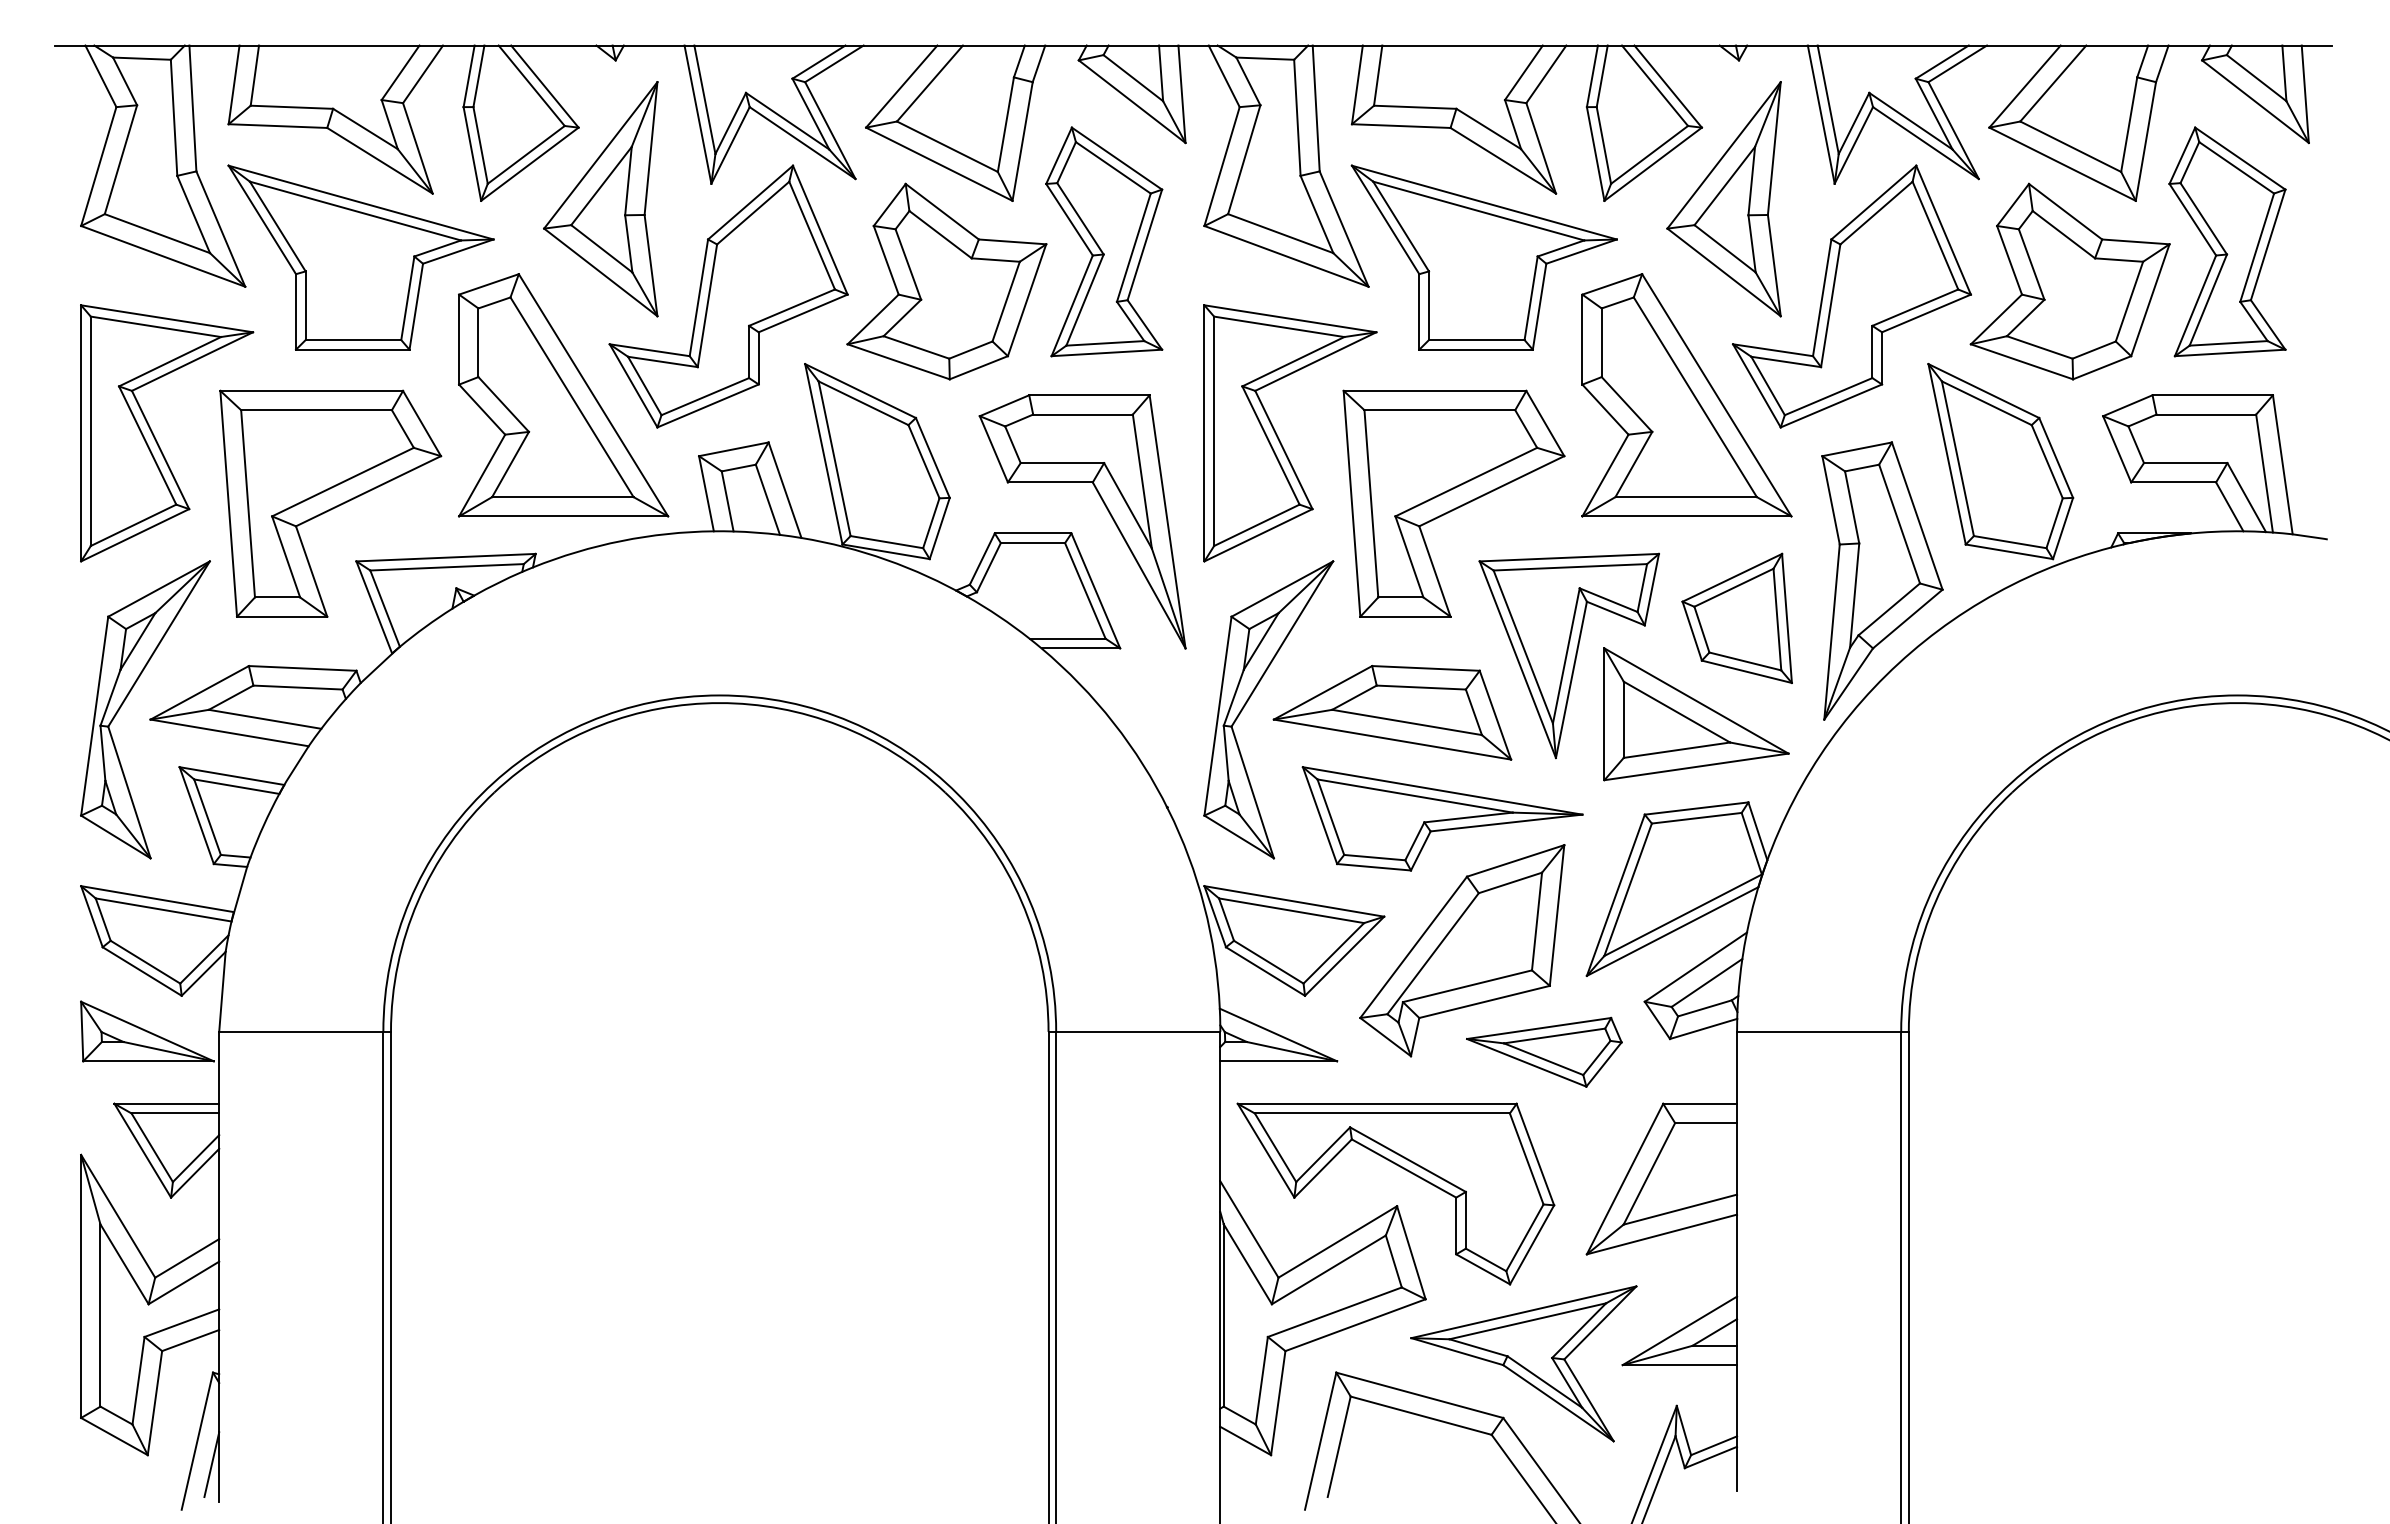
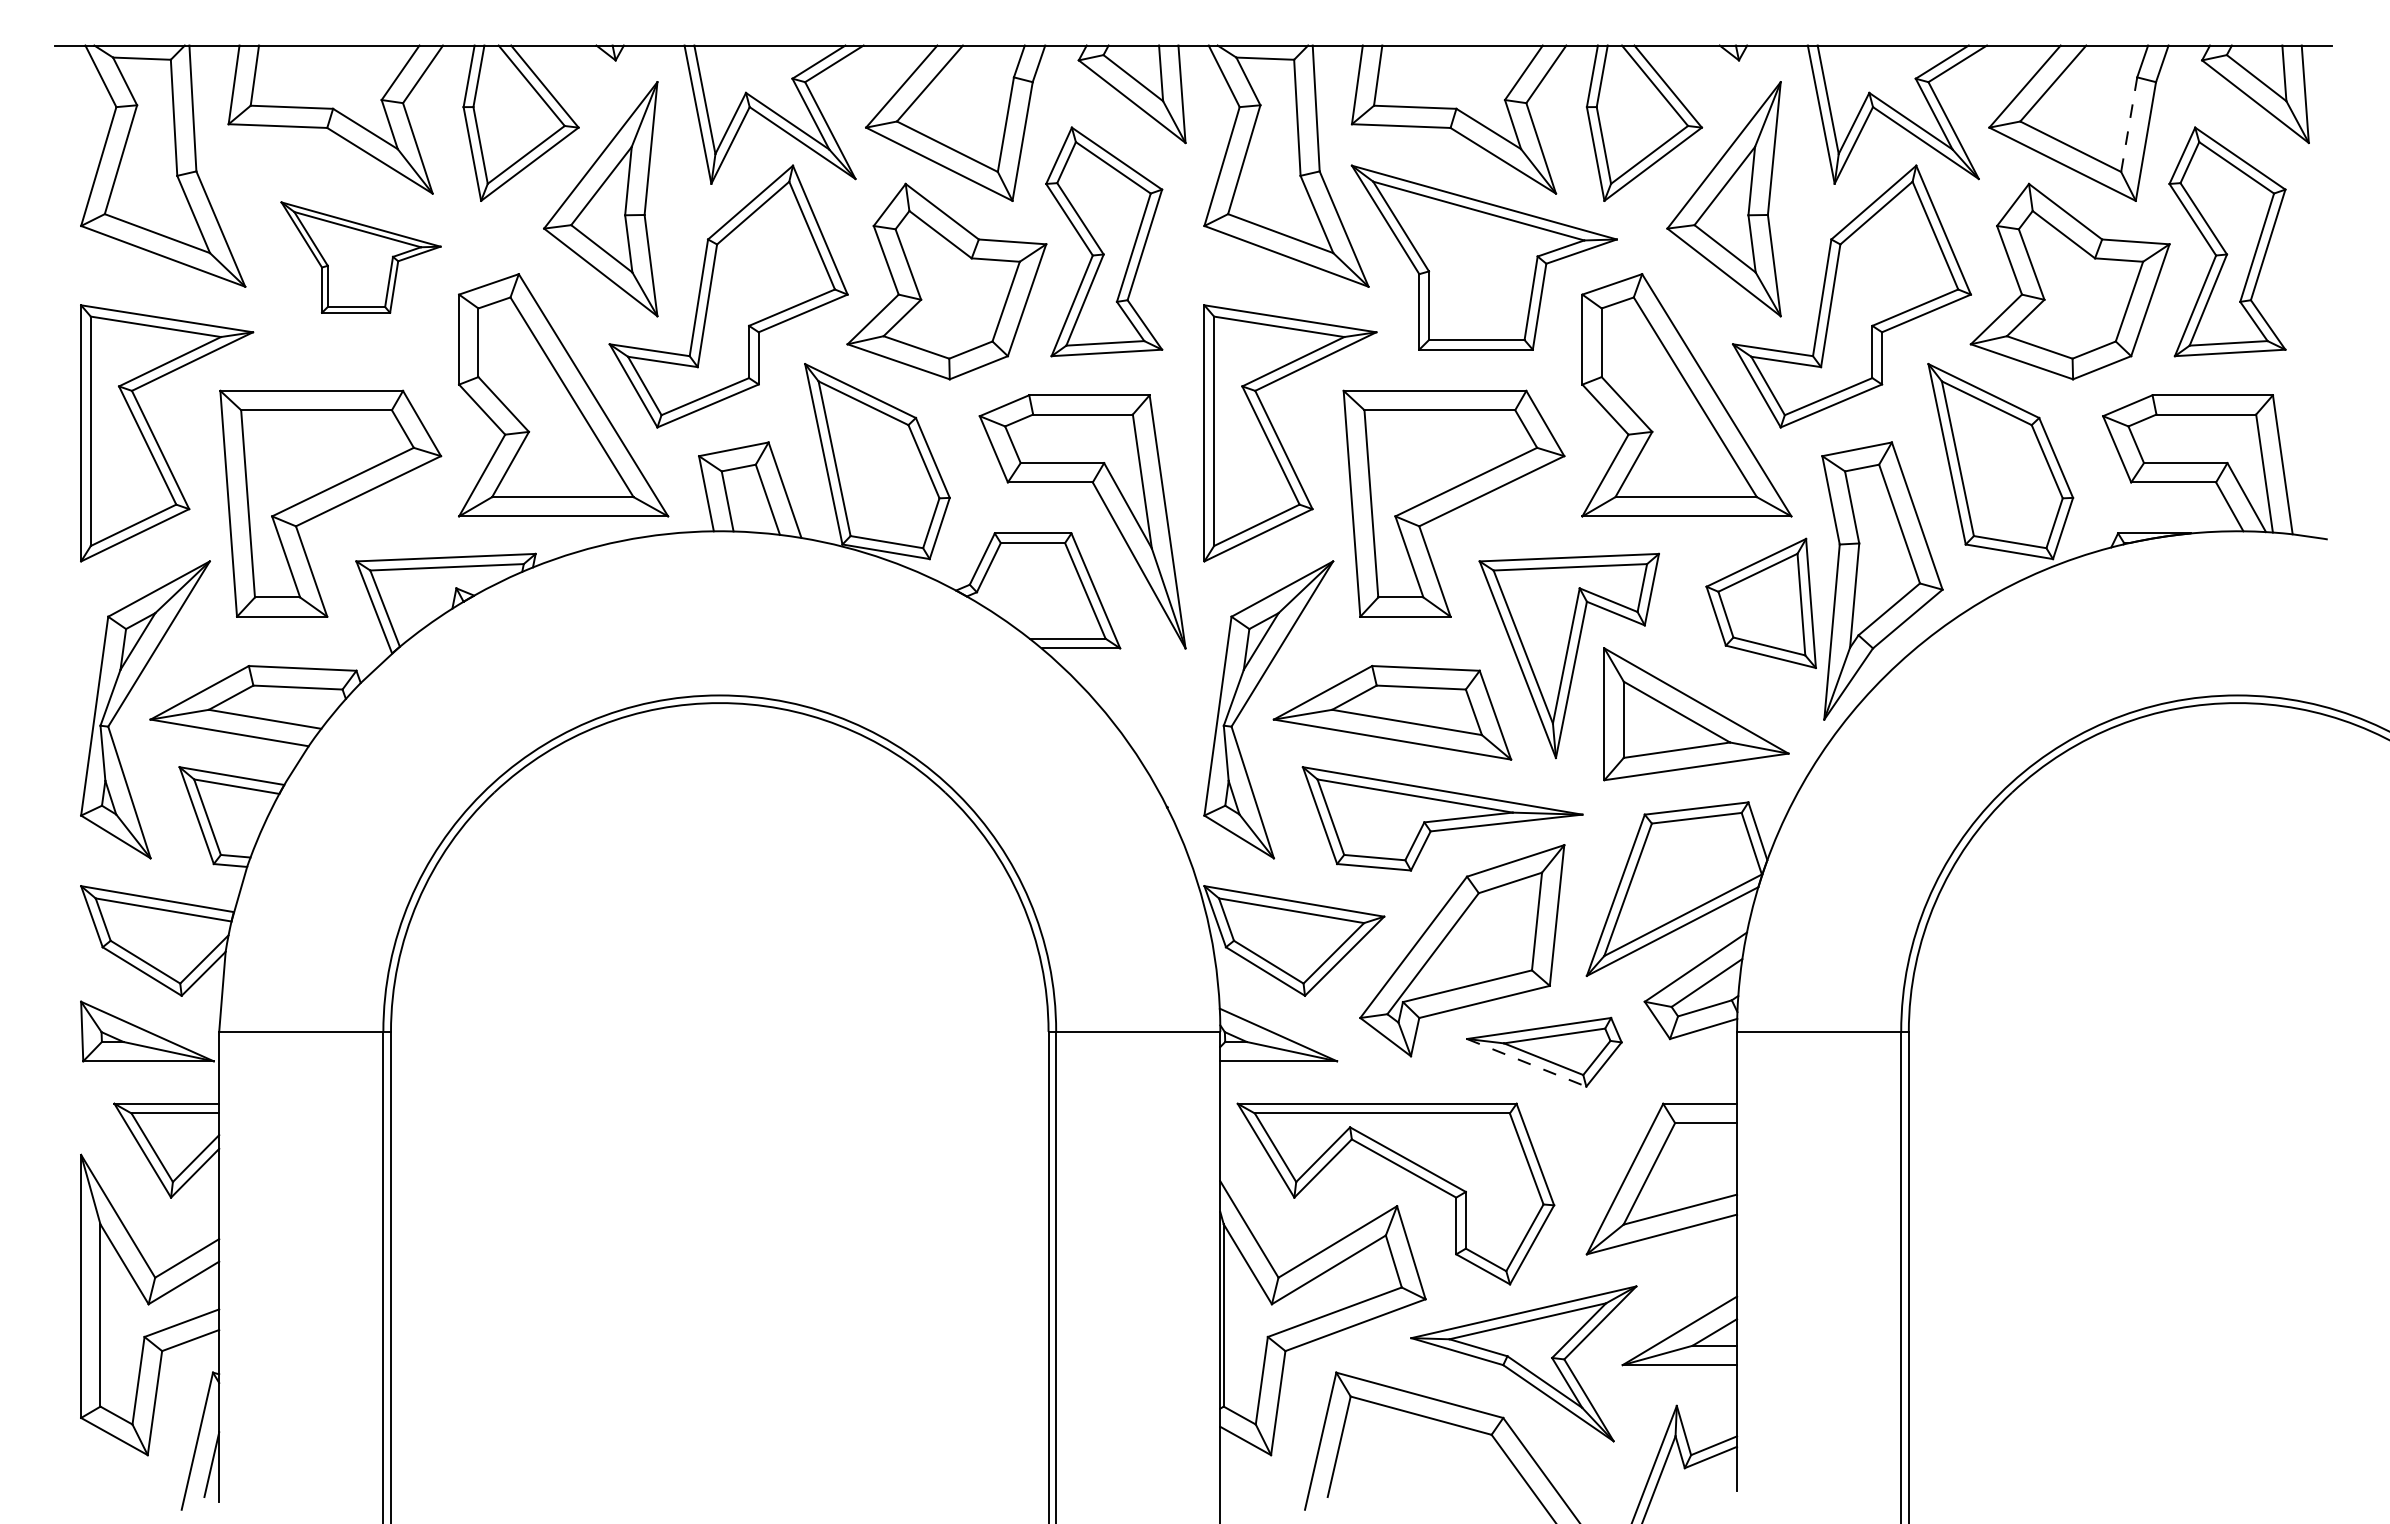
line at (2129, 124): solid -> dashed
part at (360, 257) size: 268x187 px -> 162x113 px
part at (1736, 617) position: (1736, 617) -> (1760, 602)
line at (1527, 1063): solid -> dashed
